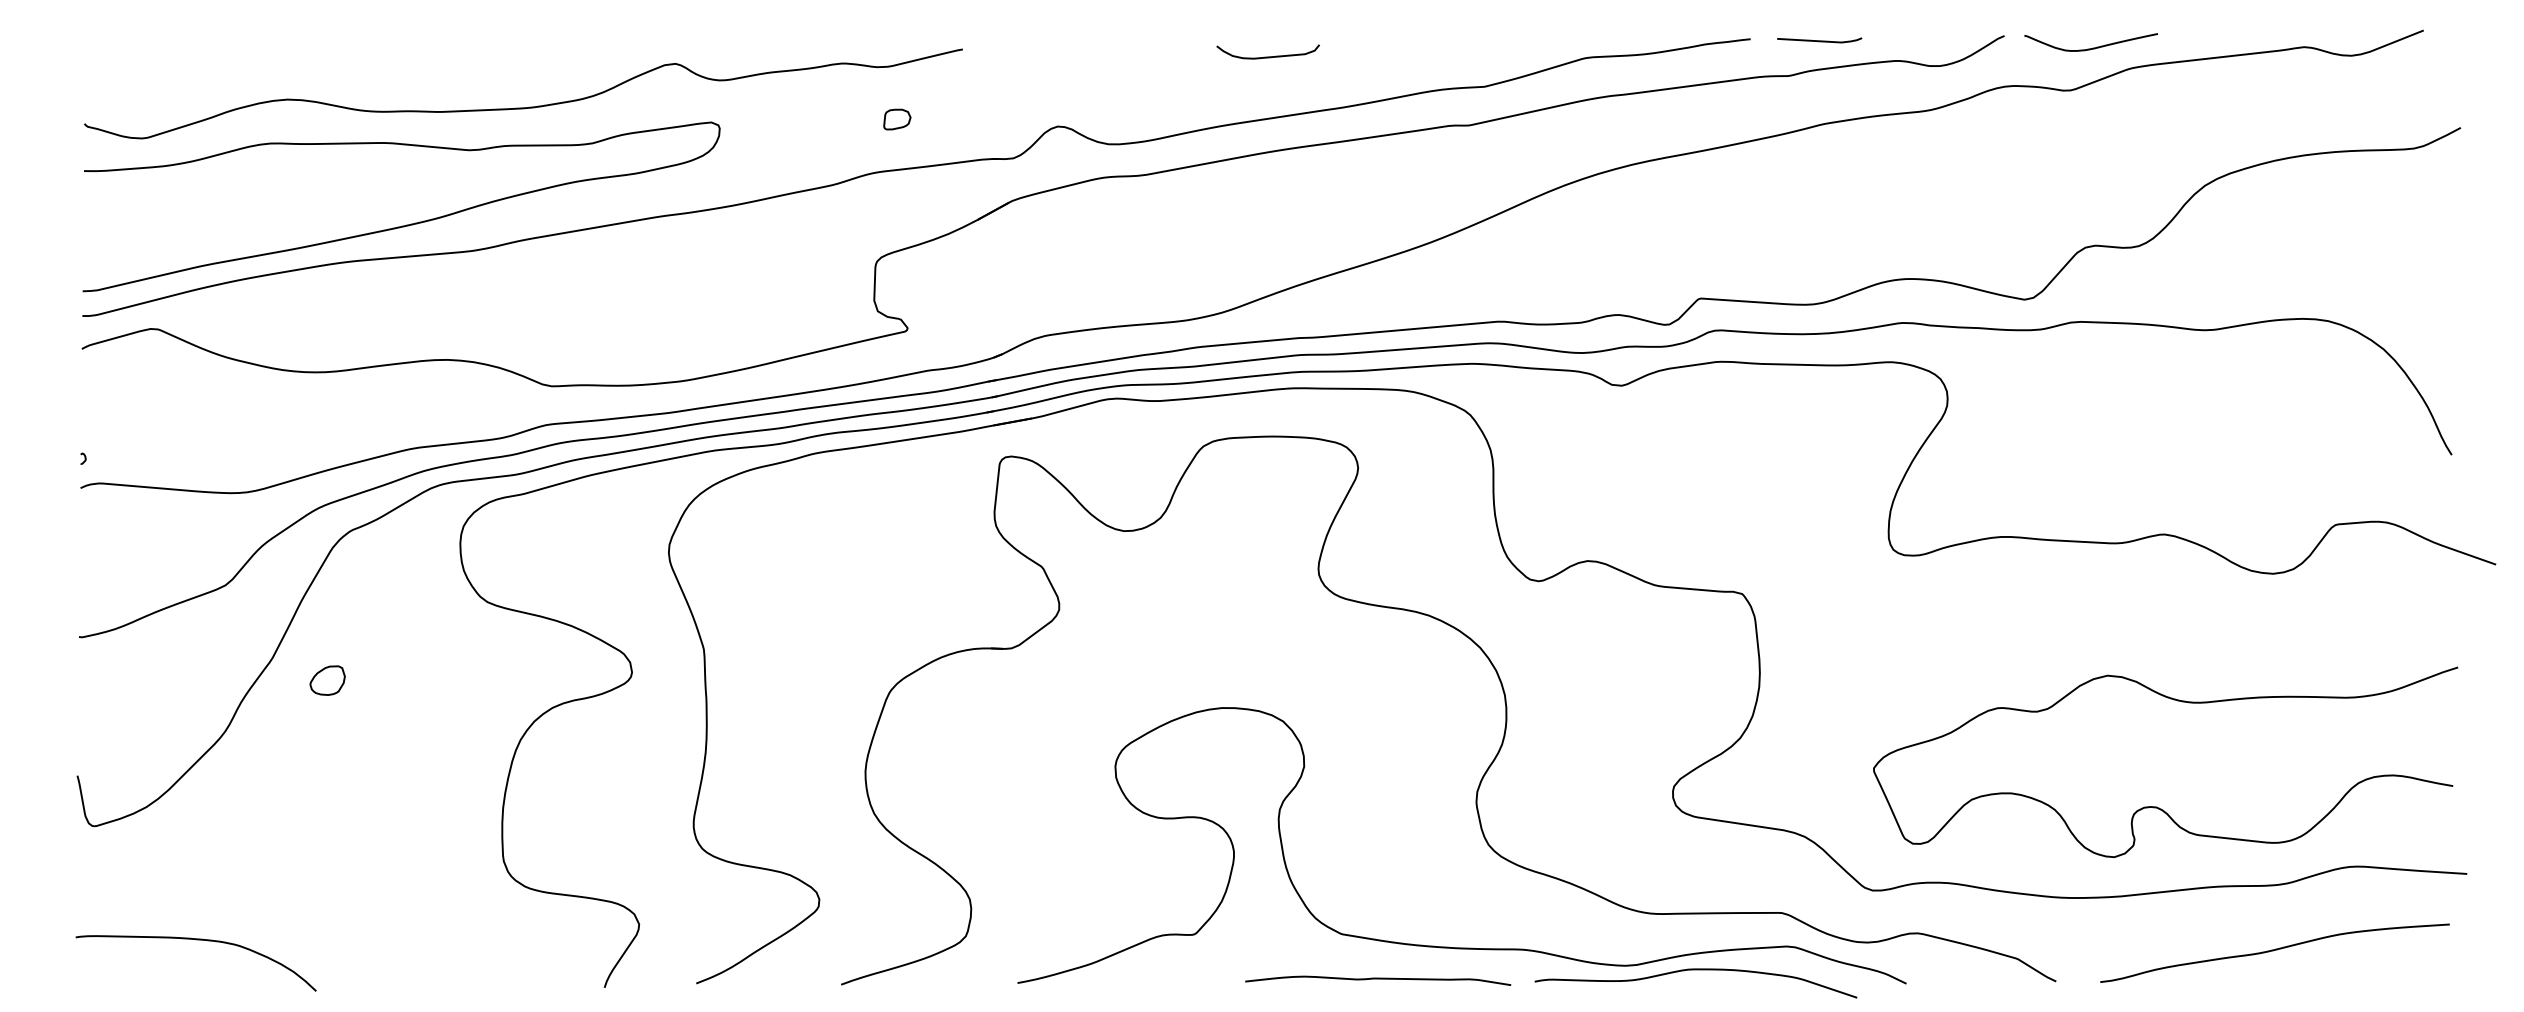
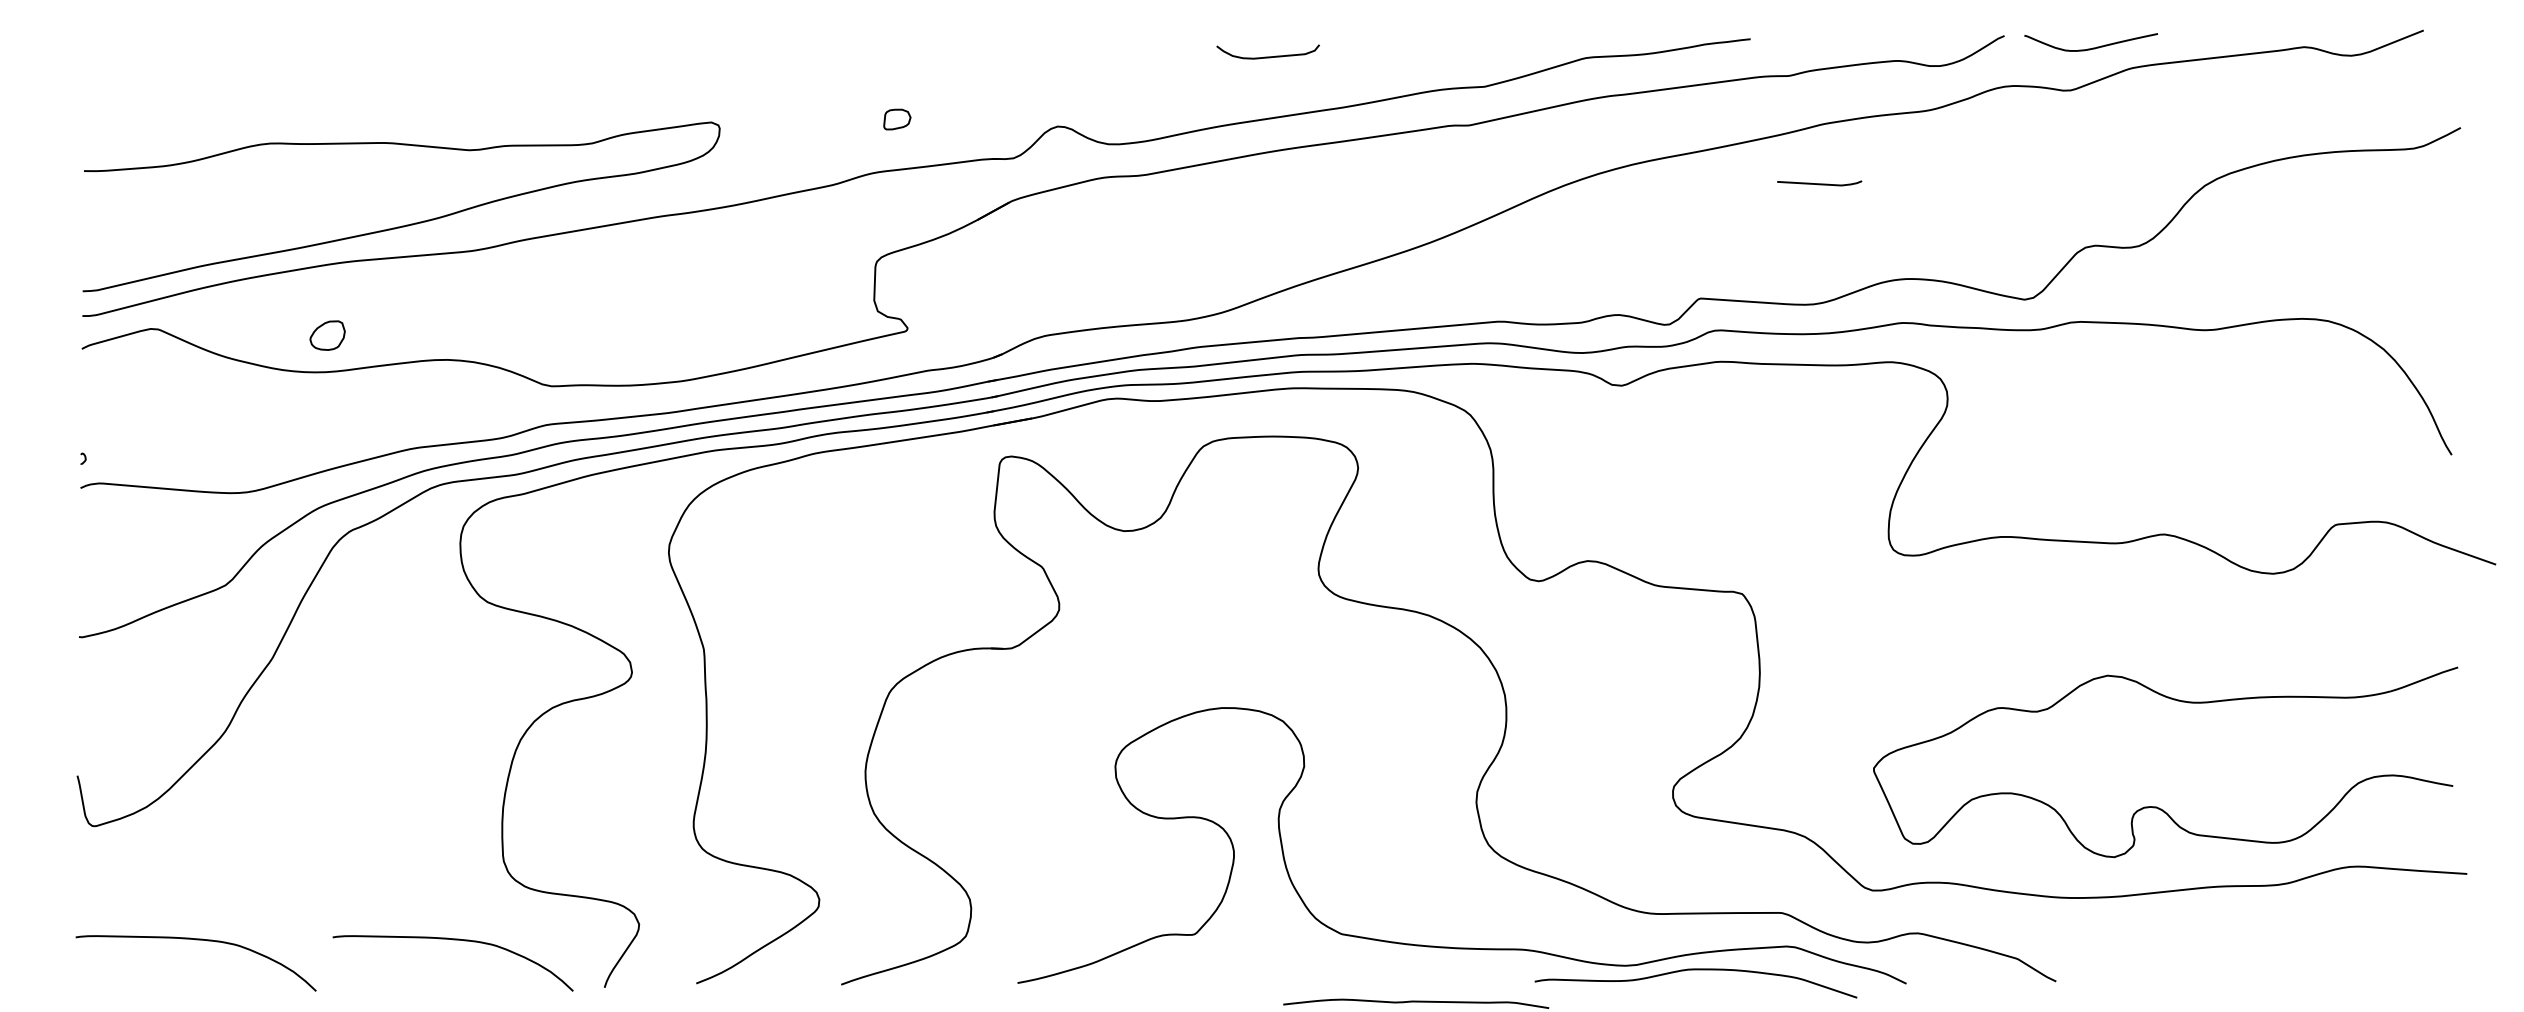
curve at (1819, 40) position: (1819, 40) -> (1819, 183)
curve at (523, 107): present -> none
part at (327, 680) position: (327, 680) -> (327, 335)
curve at (452, 940): none -> present
curve at (2273, 951): present -> none
curve at (1378, 979) position: (1378, 979) -> (1416, 1002)
